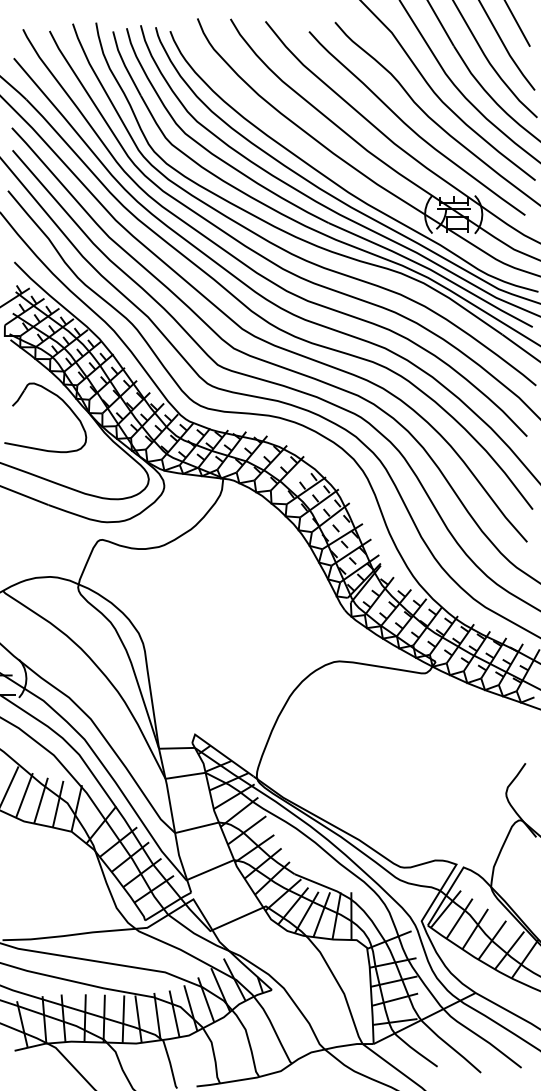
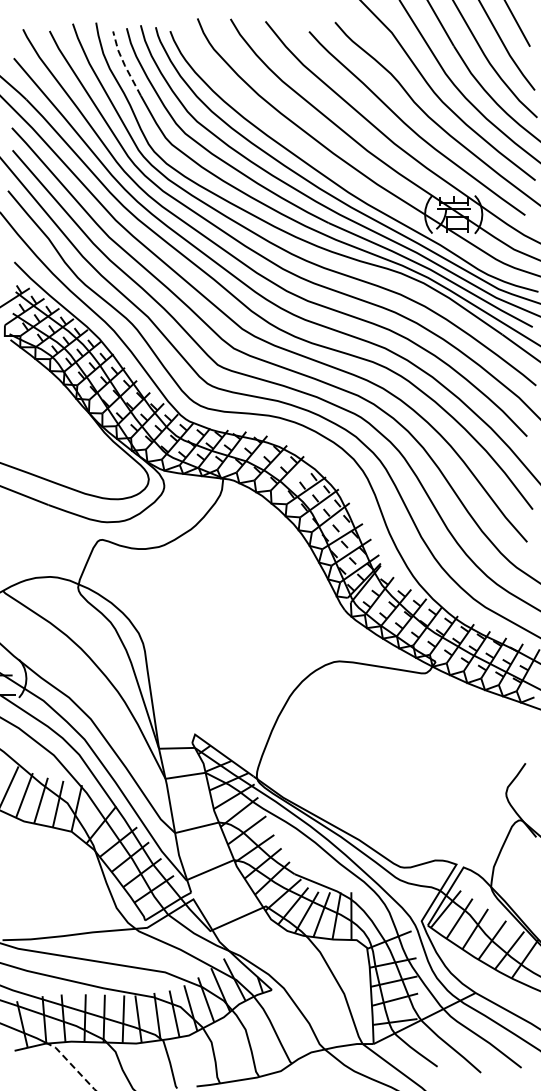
line at (124, 64): solid -> dashed
part at (57, 397): present -> none
line at (72, 1065): solid -> dashed
